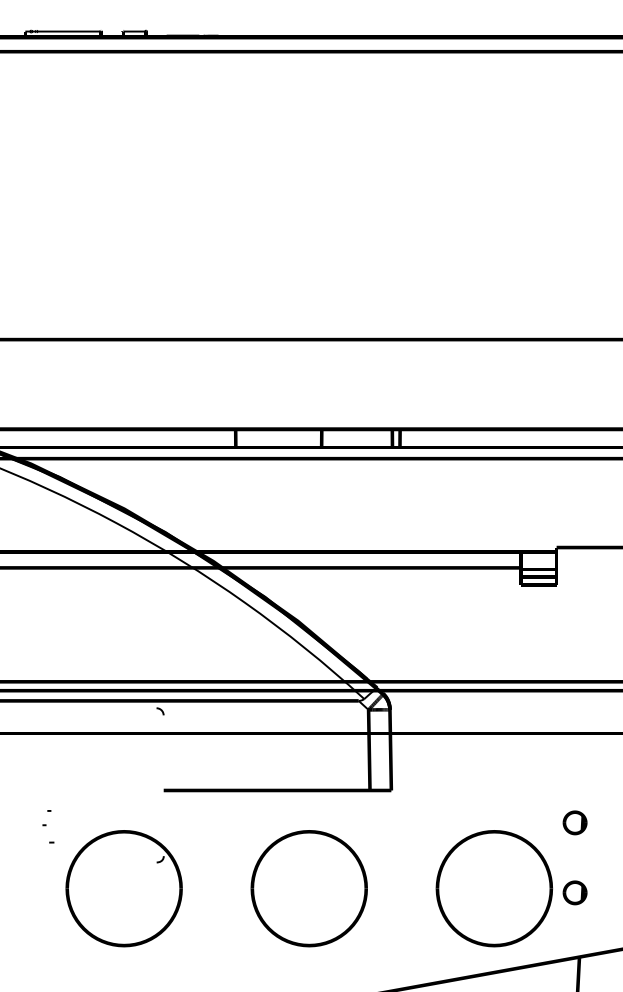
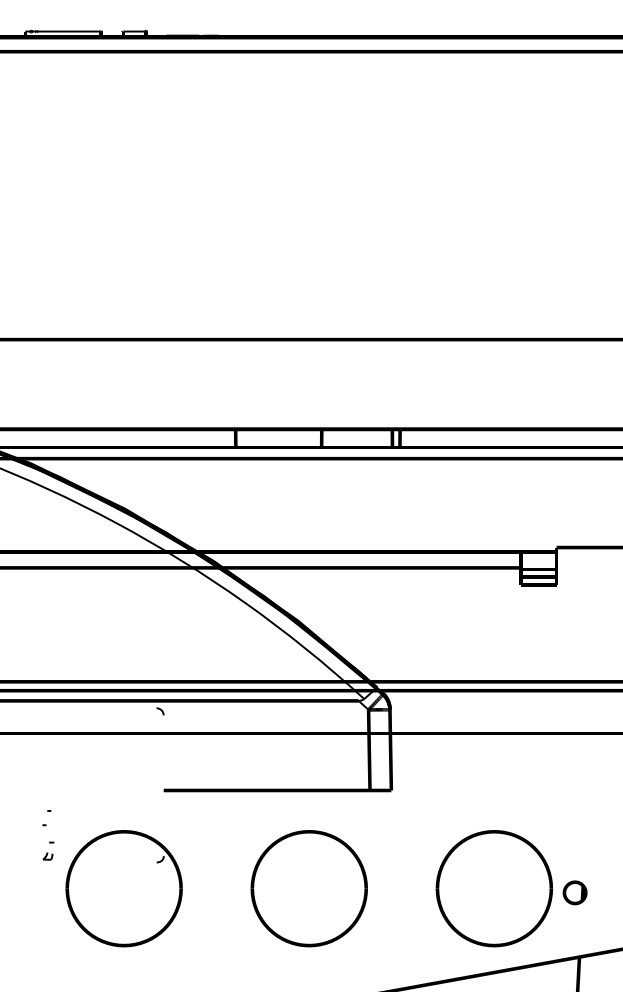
part at (574, 822): present -> none
part at (47, 856): none -> present
